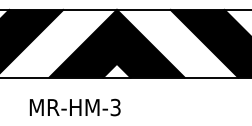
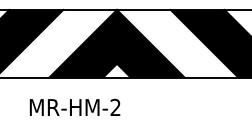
text at (115, 107): MR-HM-3 -> MR-HM-2
